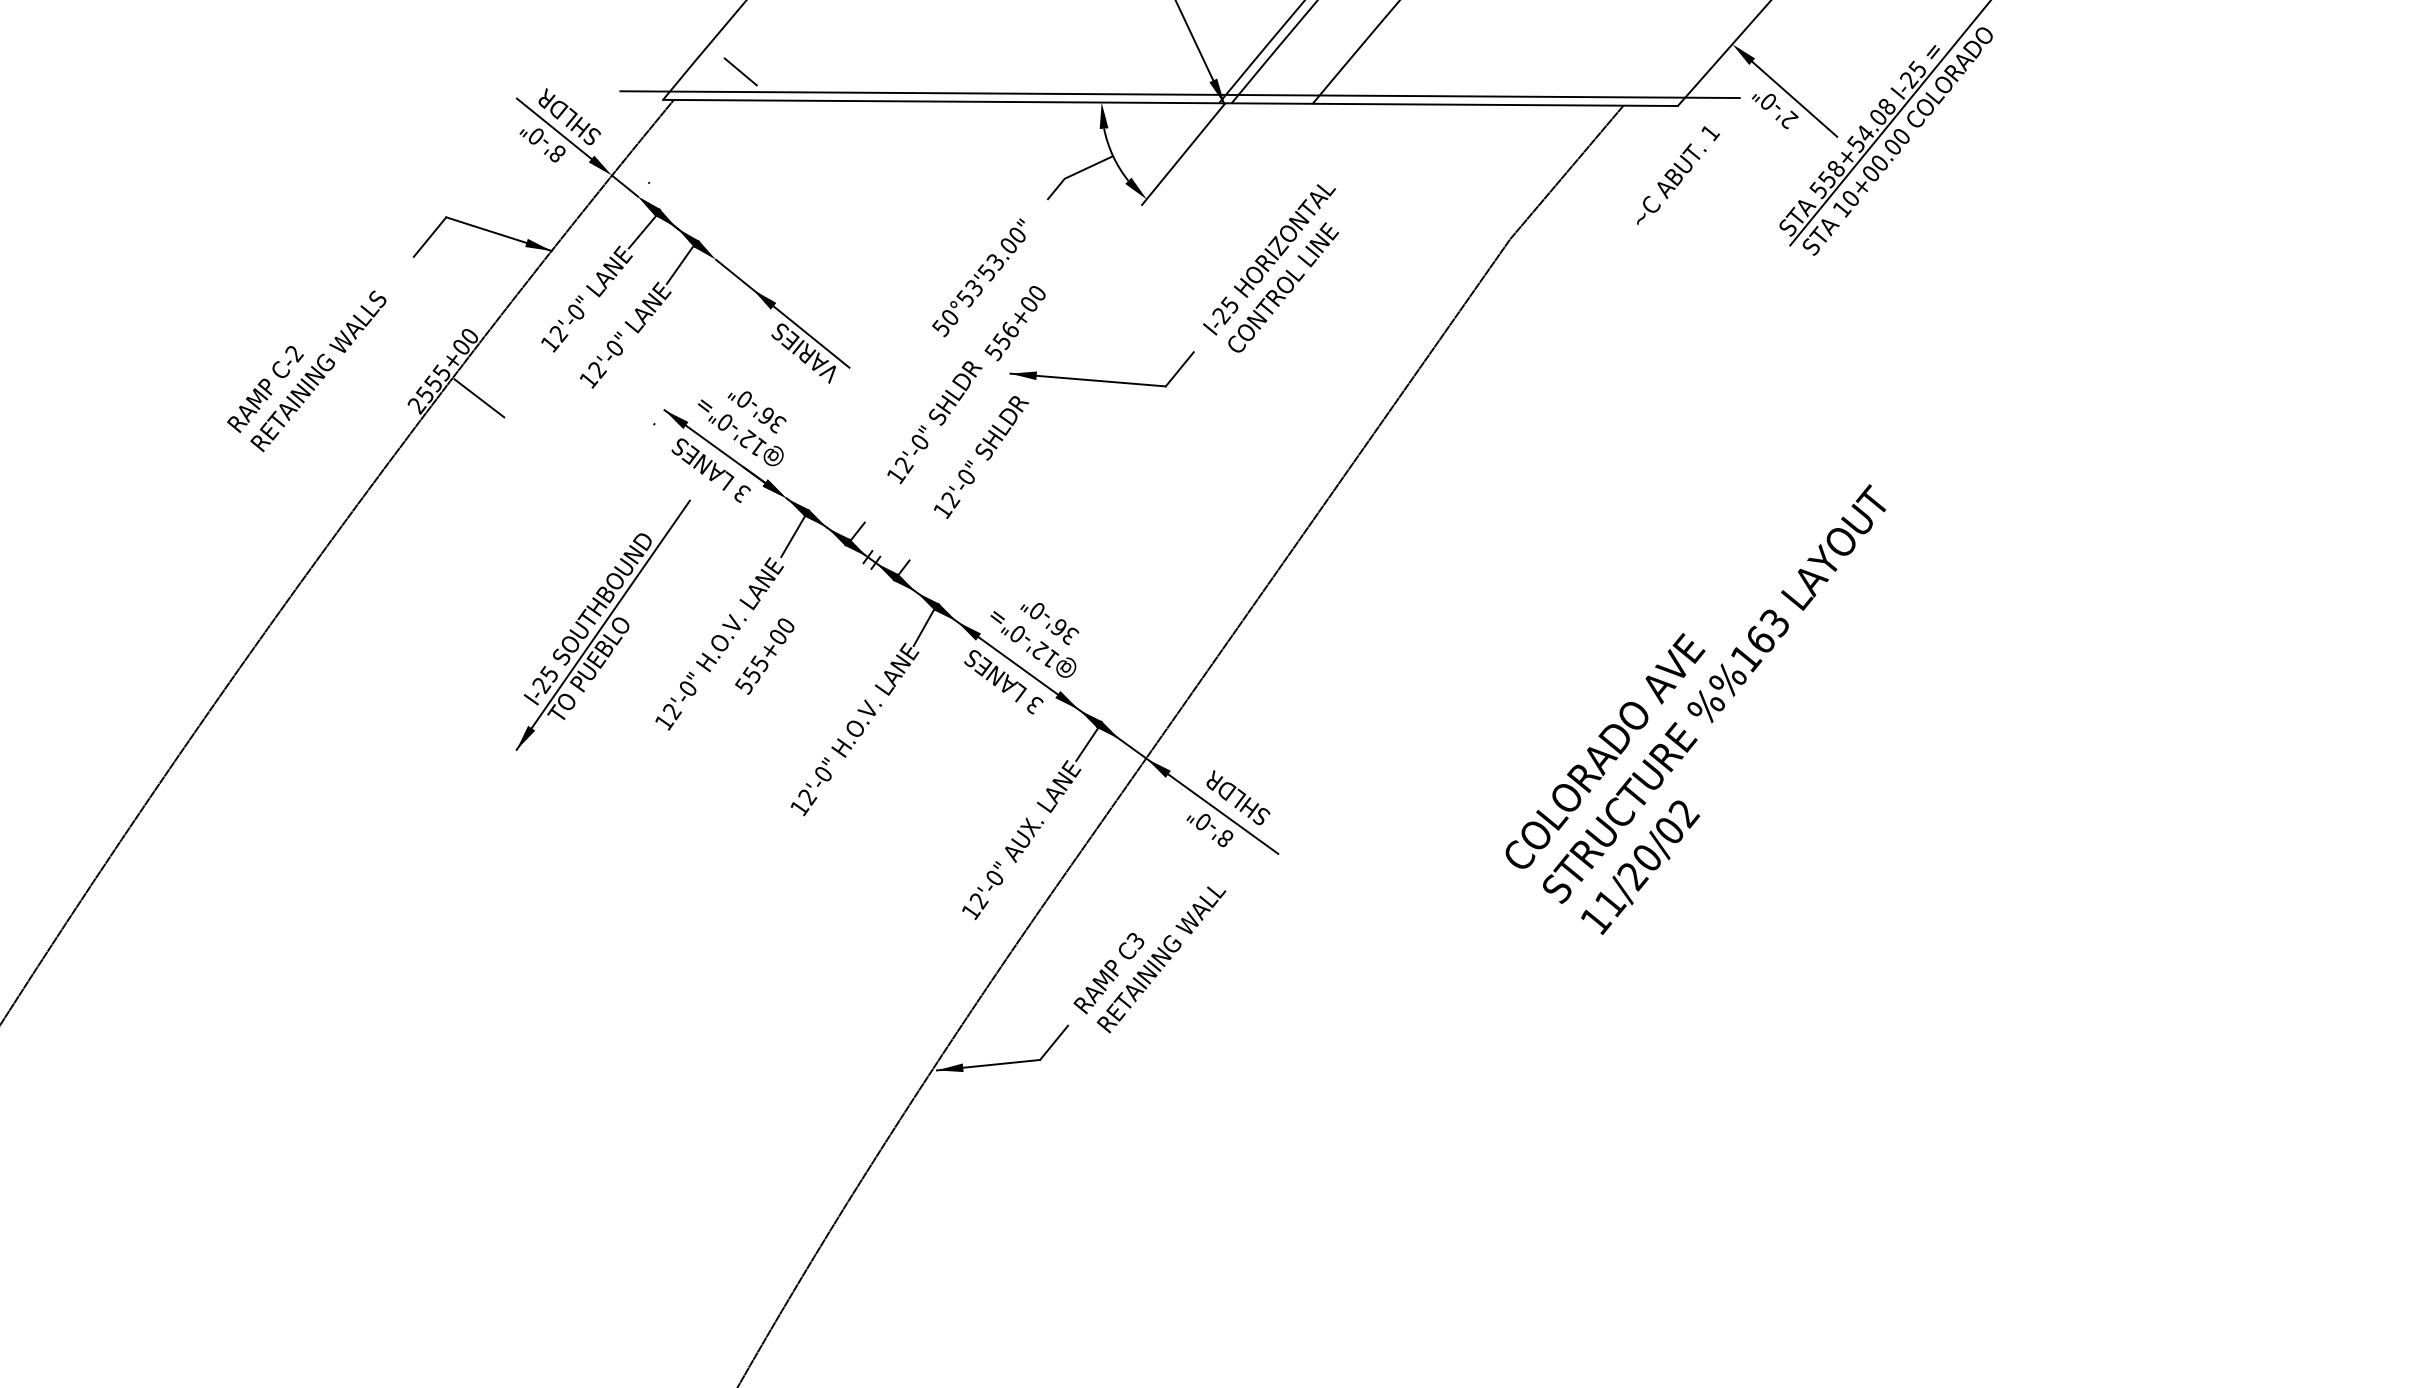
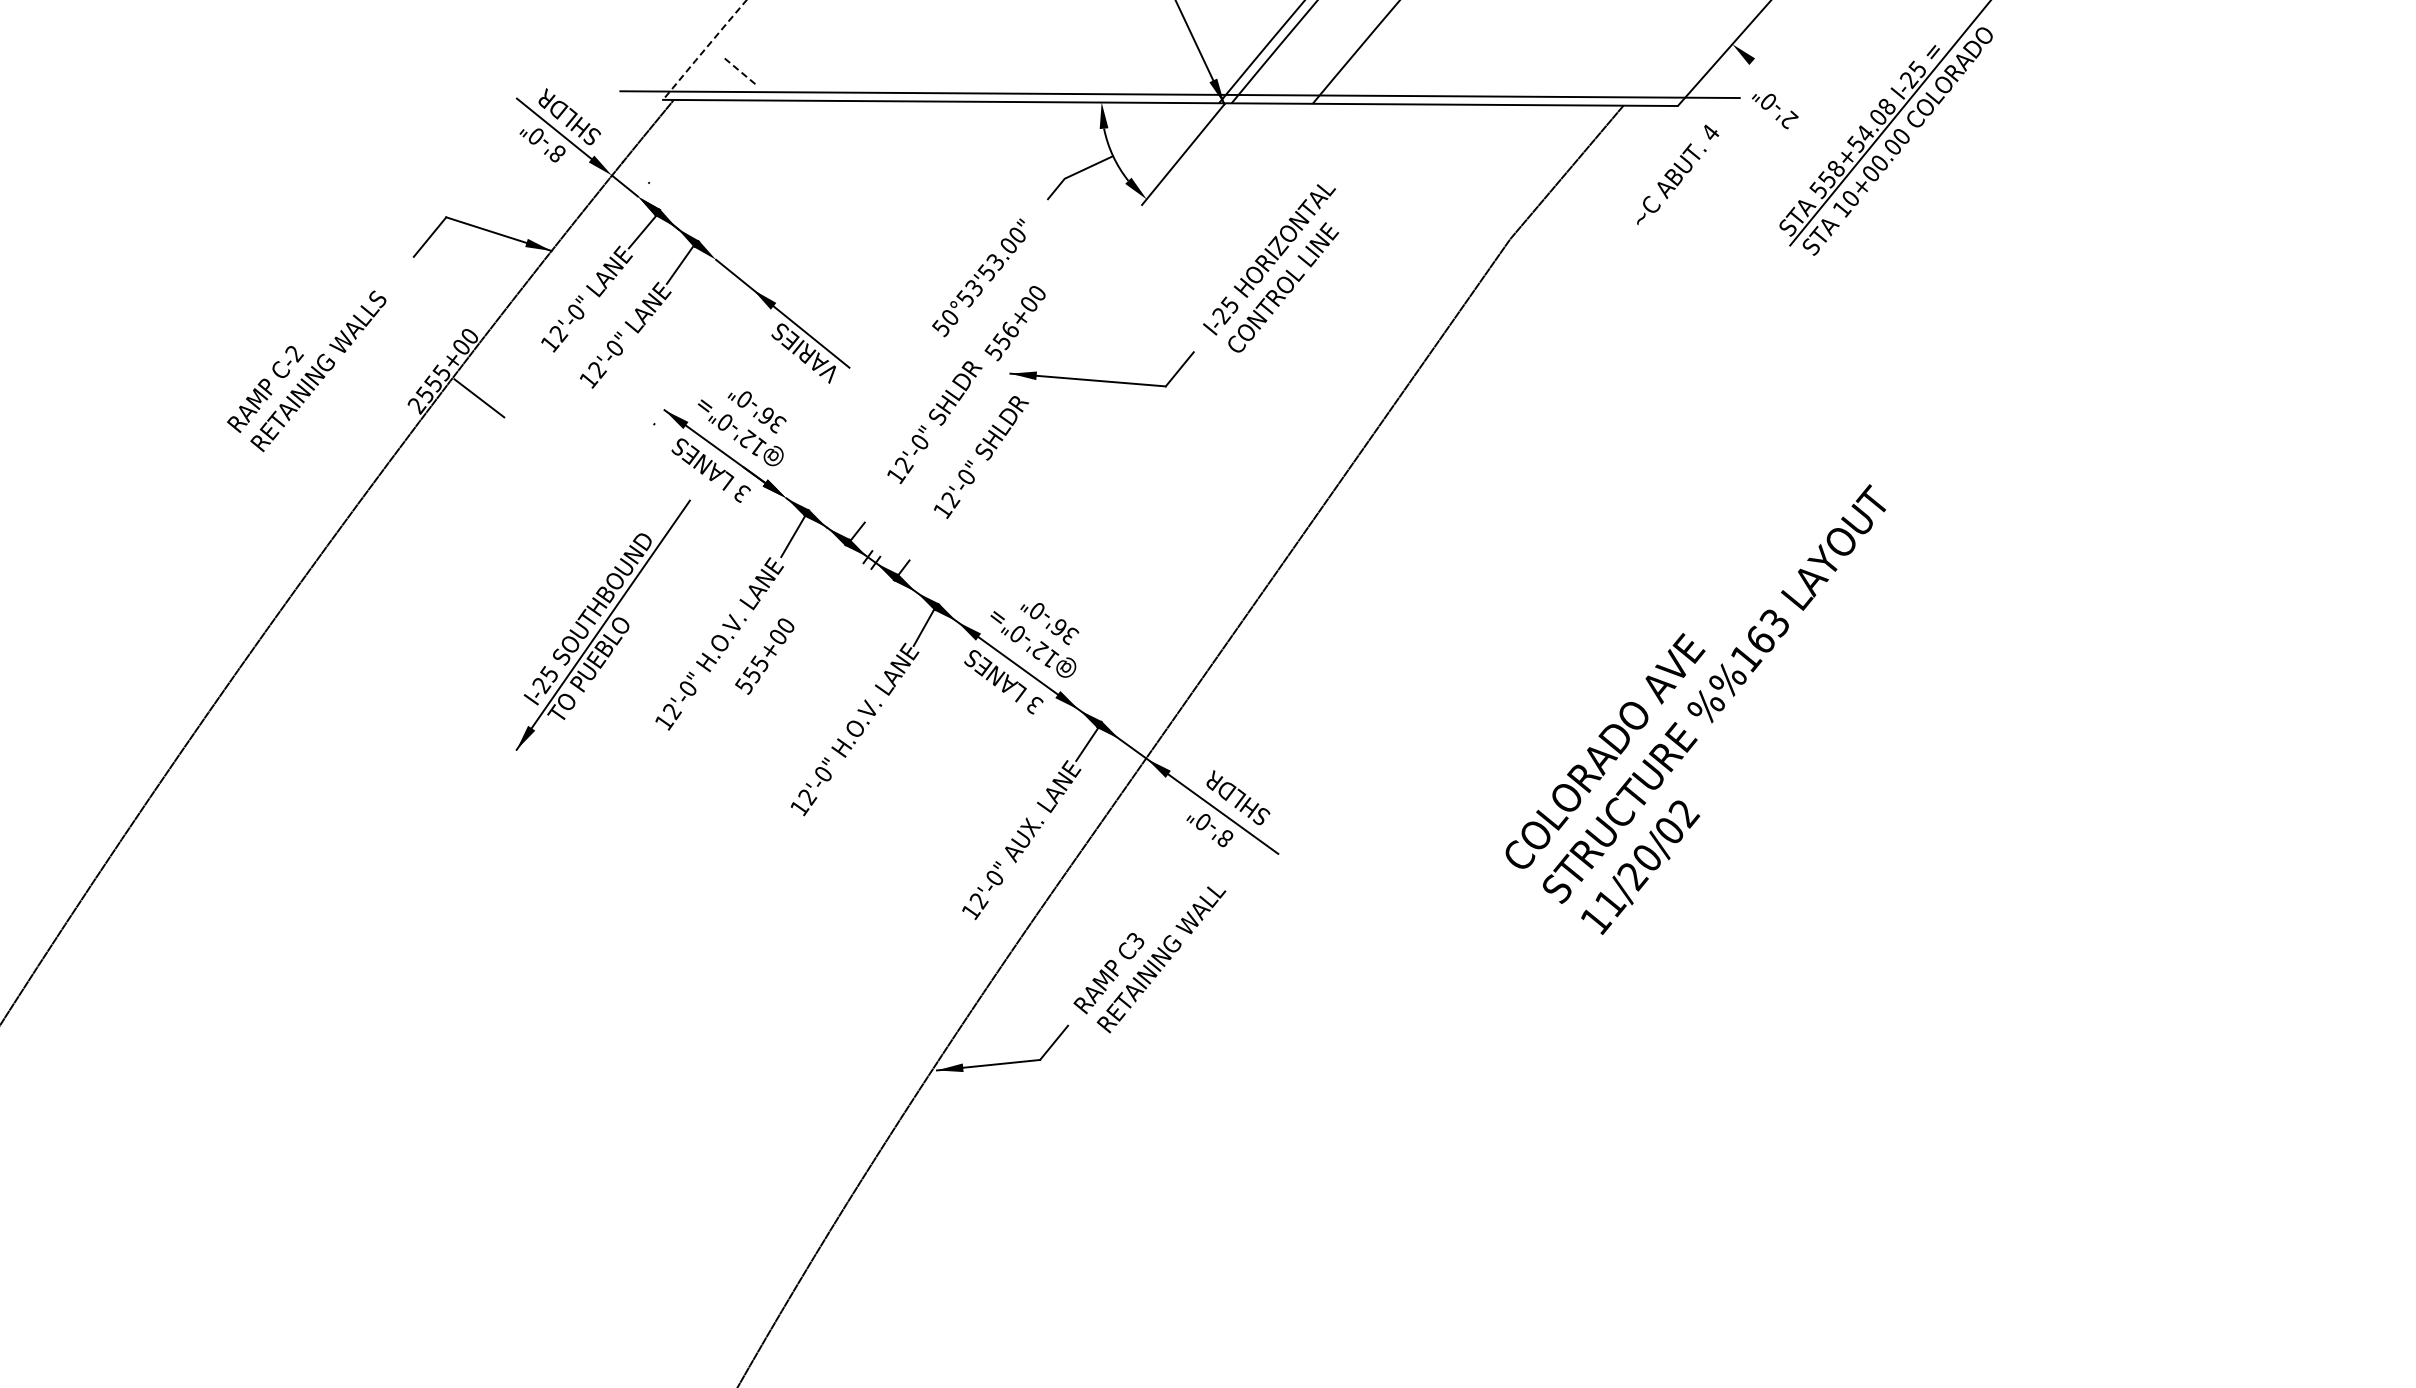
line at (704, 50): solid -> dashed
line at (740, 71): solid -> dashed
line at (1794, 98): present -> none
text at (1710, 132): 1 -> 4
